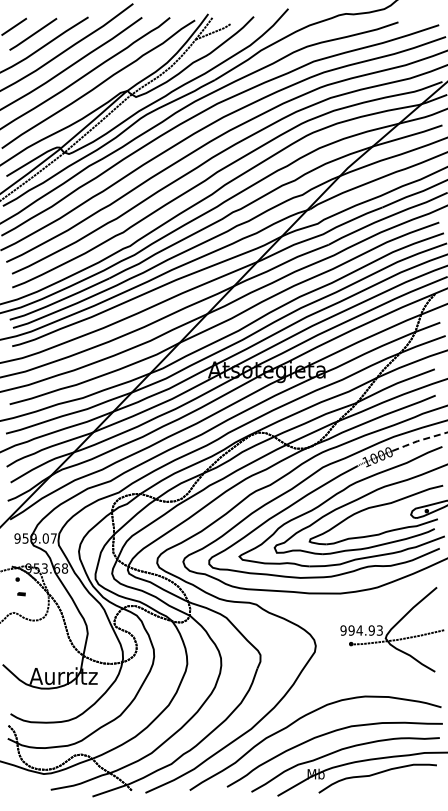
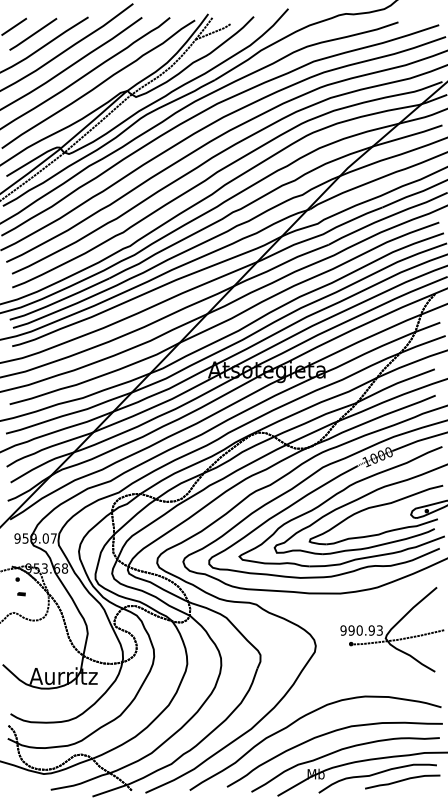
line at (418, 440): dashed -> solid
text at (359, 630): 994.93 -> 990.93
curve at (402, 781): none -> present
